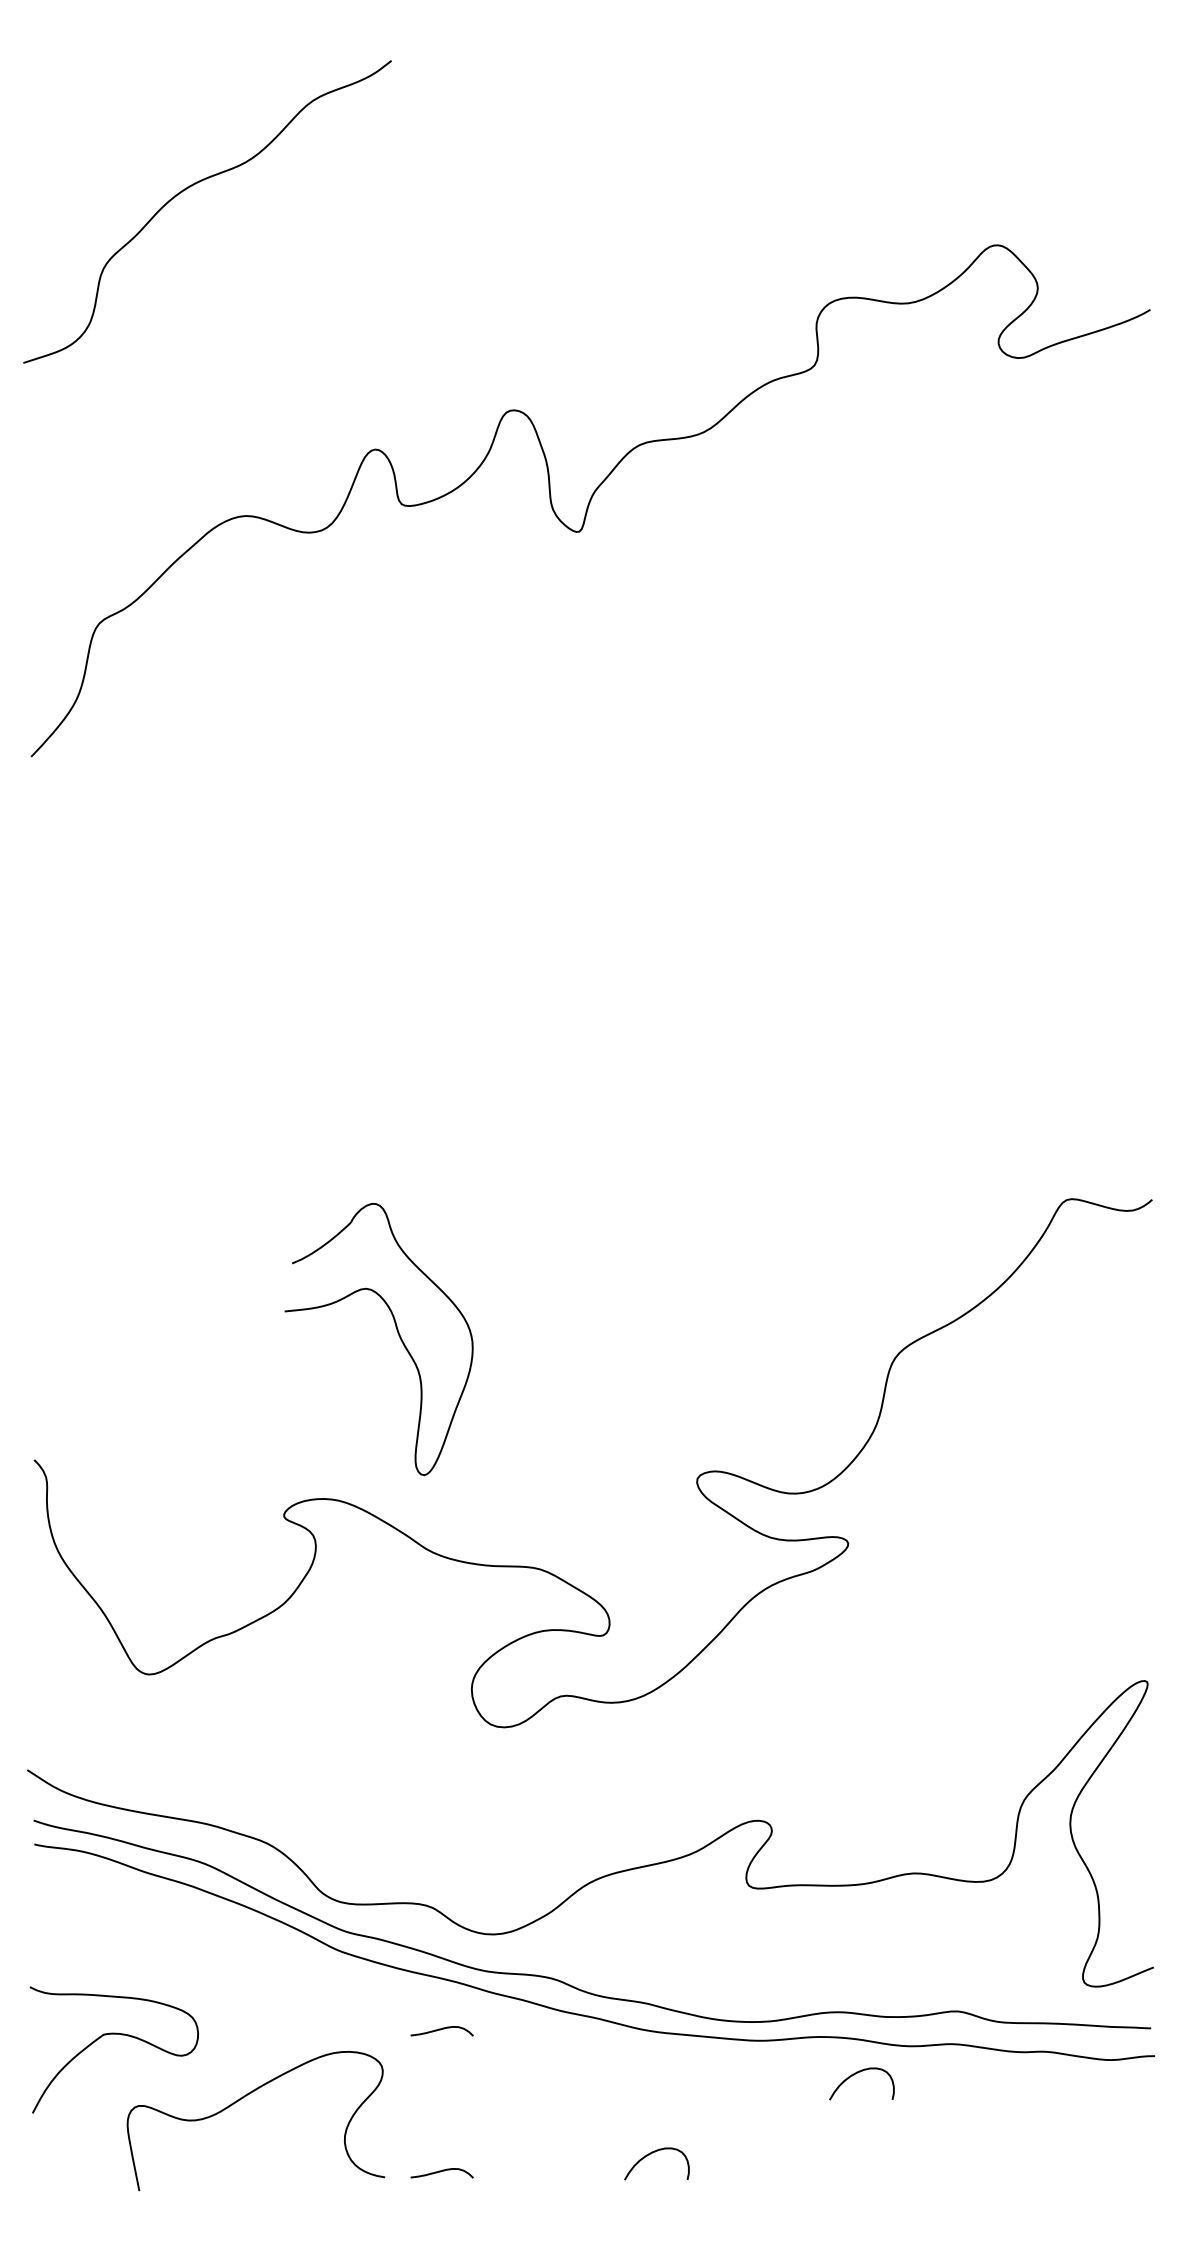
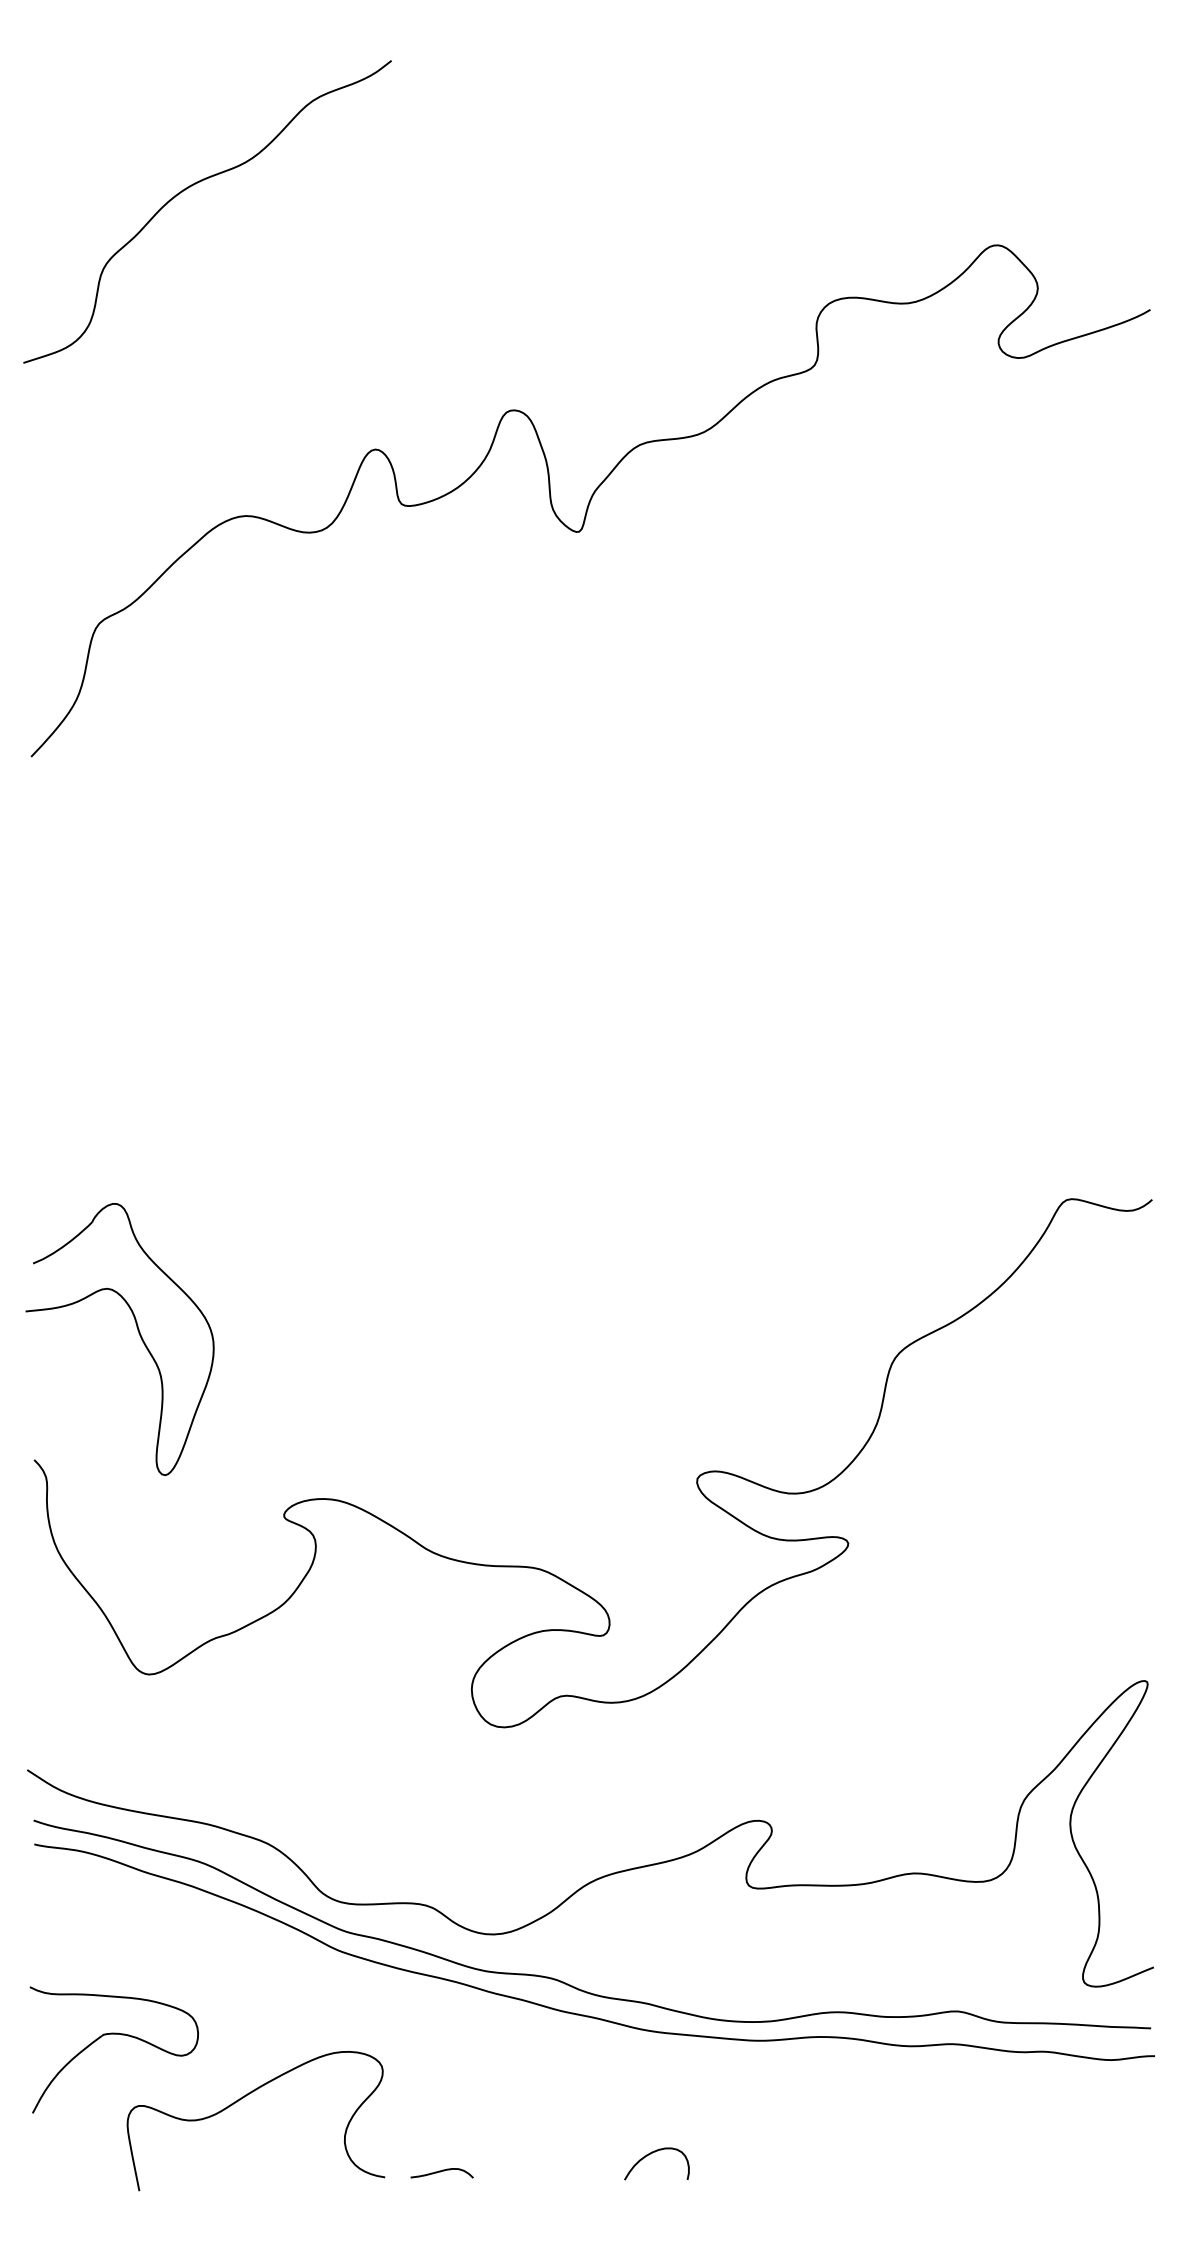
part at (397, 1333) position: (397, 1333) -> (138, 1333)
curve at (440, 2030): present -> none
curve at (854, 2075): present -> none
